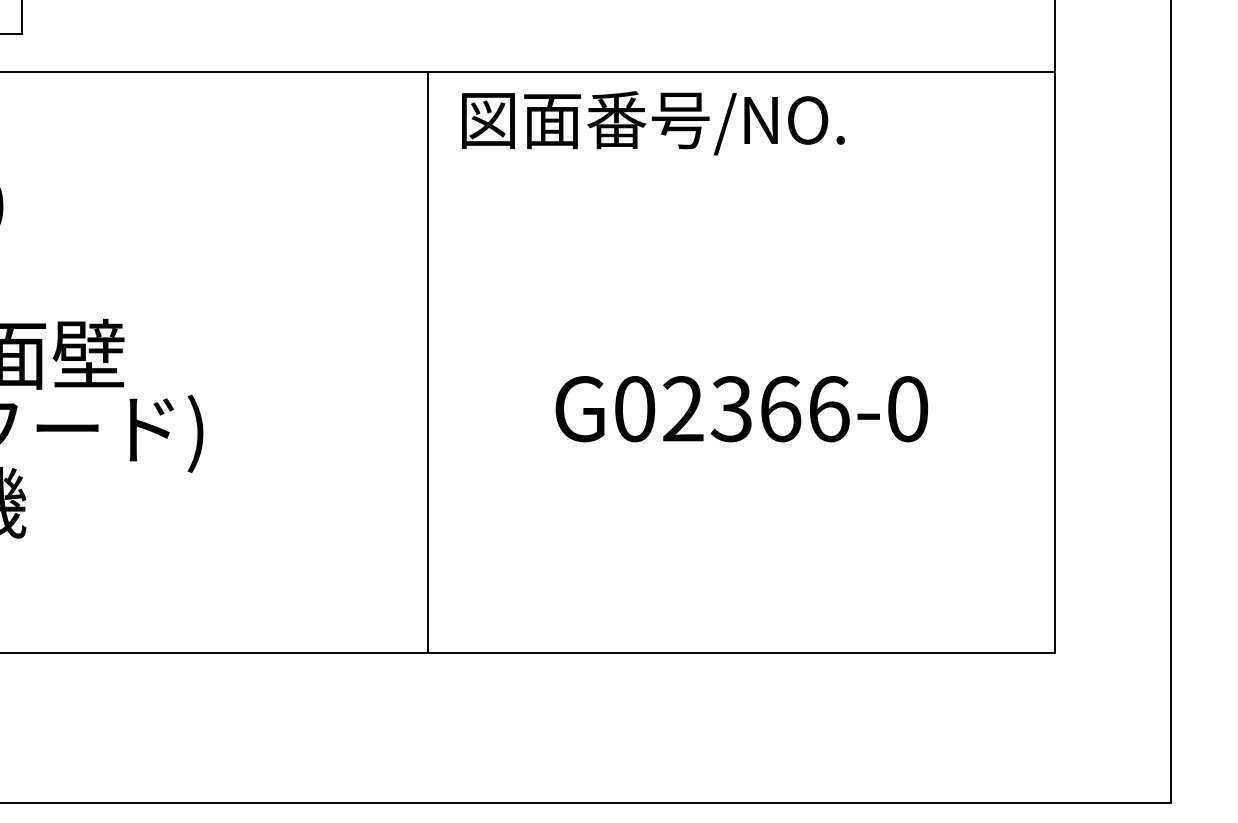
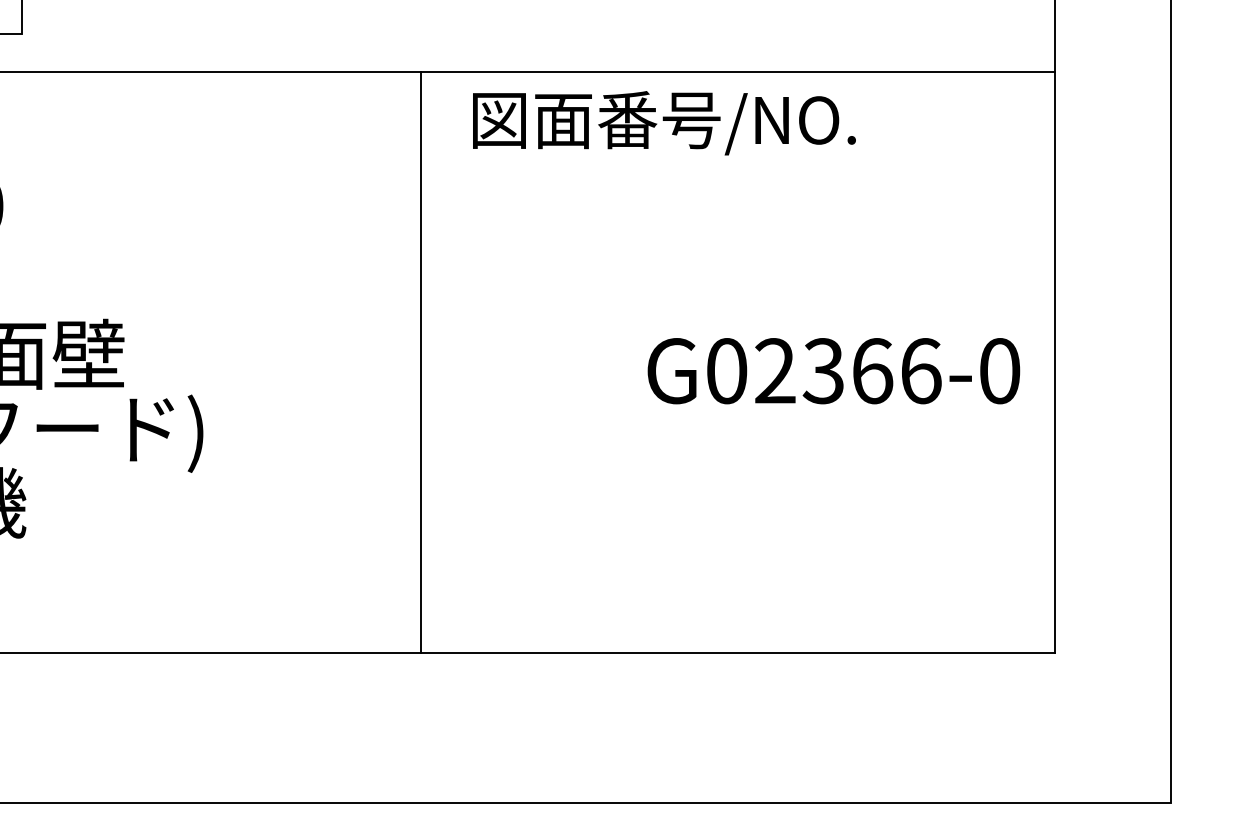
text at (653, 123) position: (653, 123) -> (664, 123)
line at (428, 362) position: (428, 362) -> (421, 362)
text at (741, 409) position: (741, 409) -> (833, 371)
